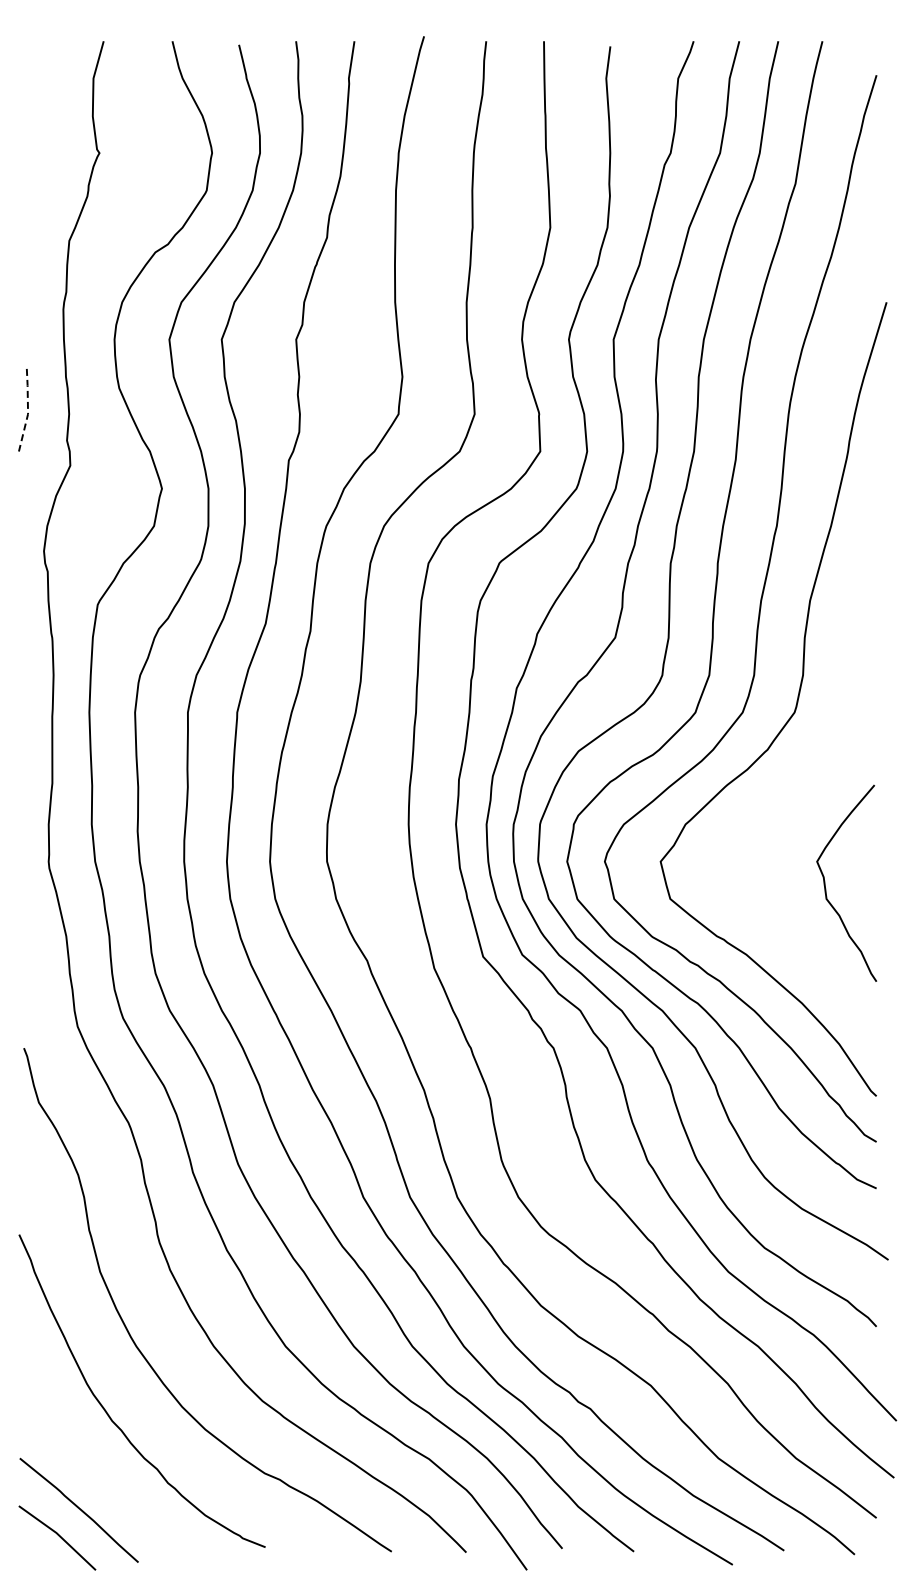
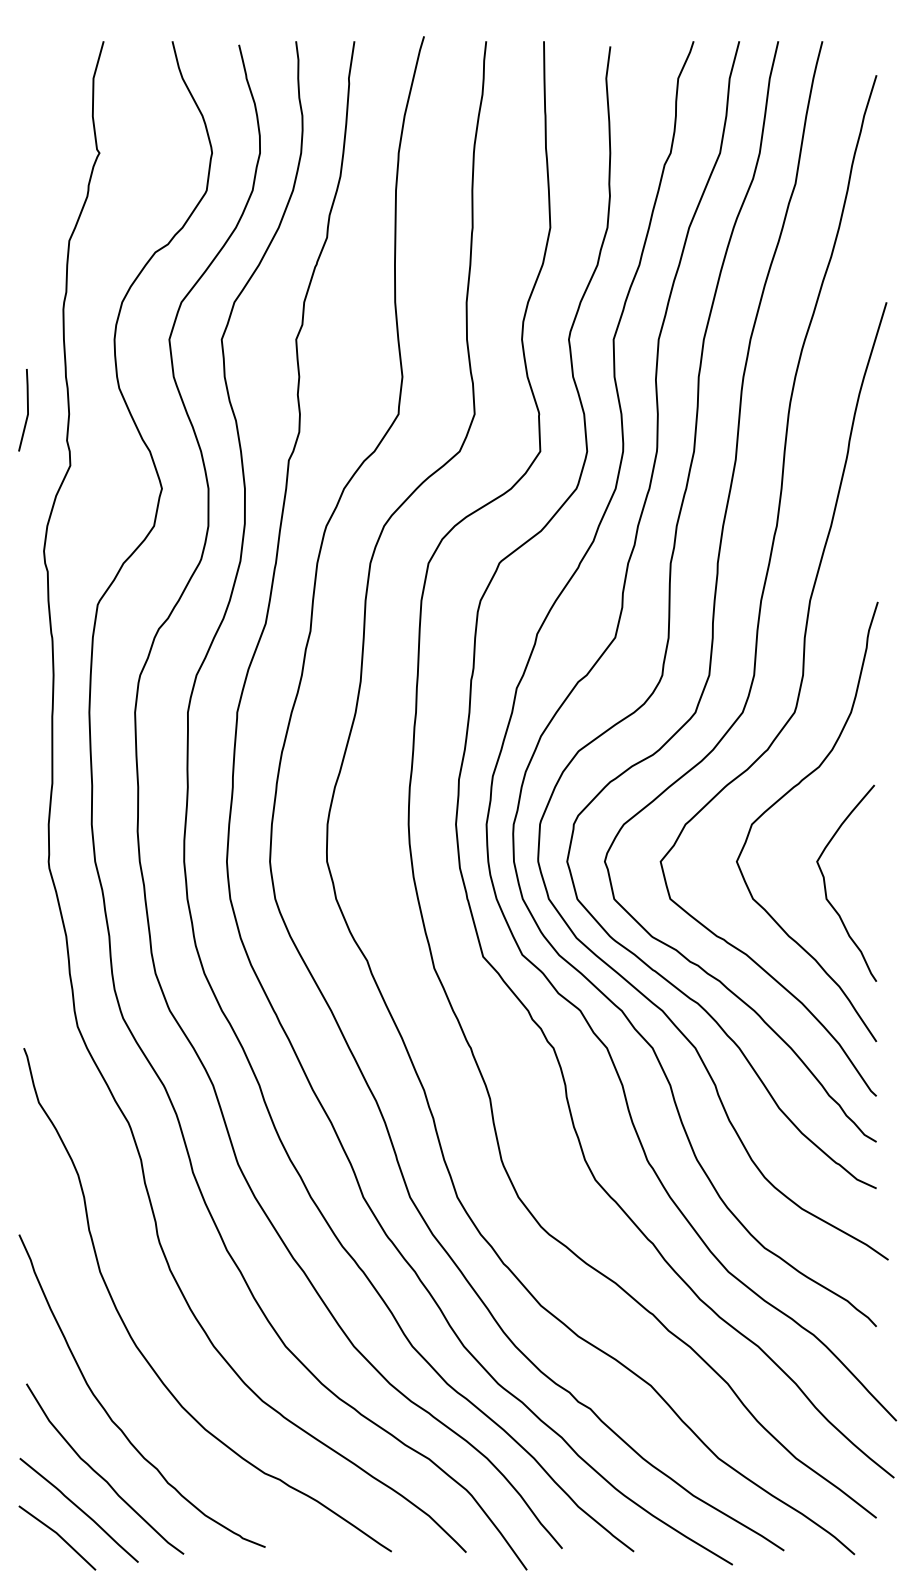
line at (28, 411): dashed -> solid
curve at (788, 793): none -> present
curve at (101, 1475): none -> present
